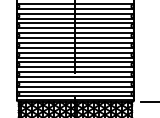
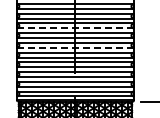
line at (74, 28): solid -> dashed
line at (74, 47): solid -> dashed
